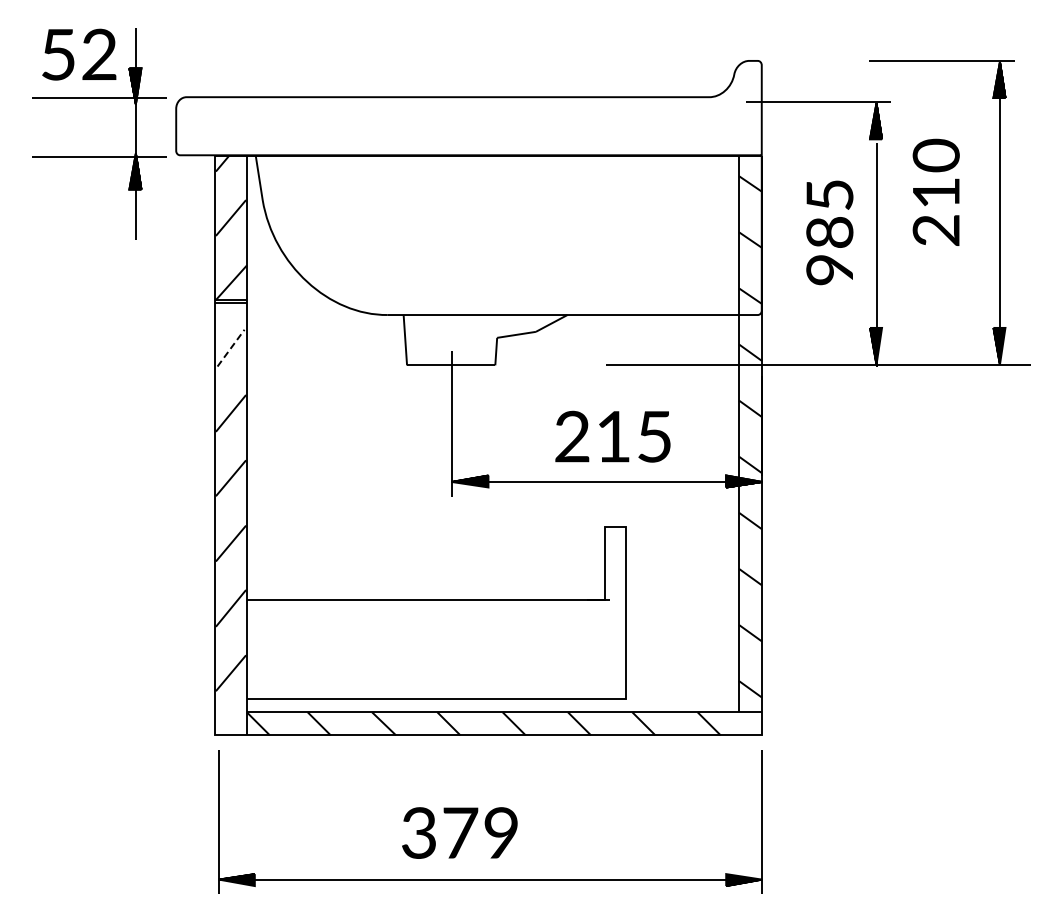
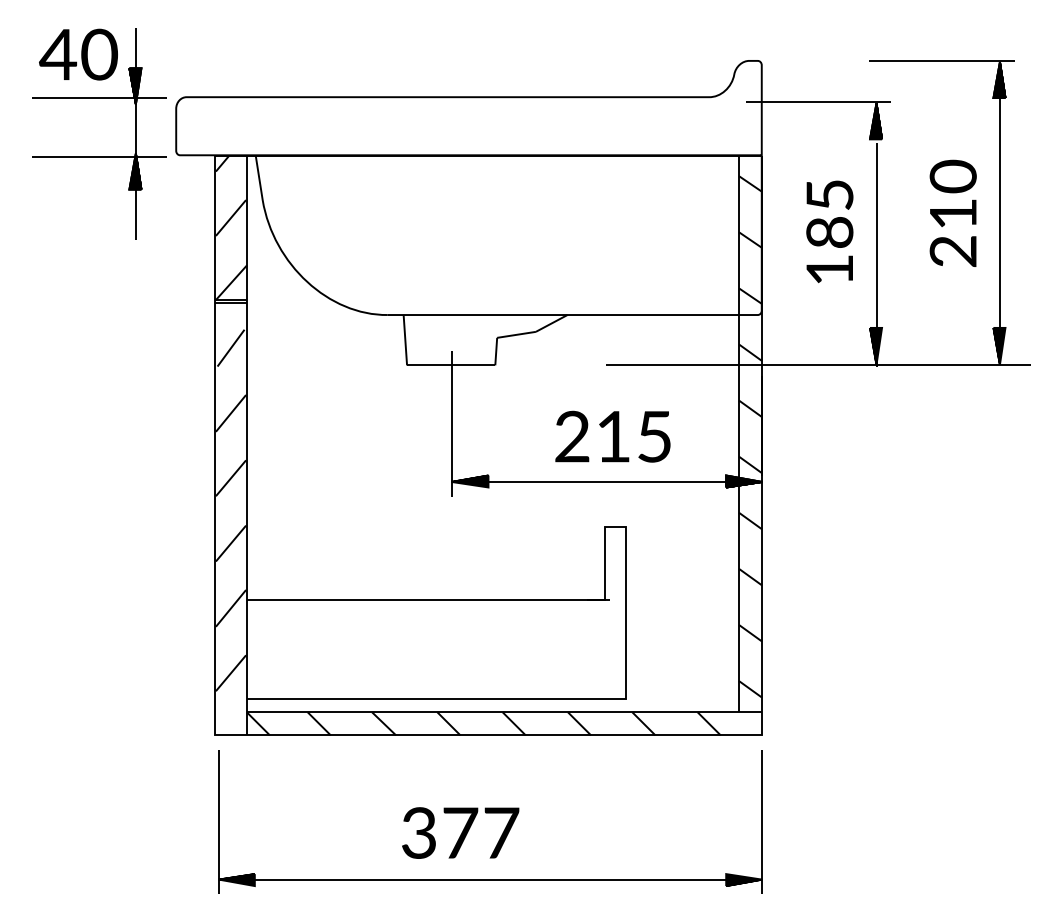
text at (78, 54): 52 -> 40
text at (935, 191) position: (935, 191) -> (952, 212)
text at (829, 270): 985 -> 185
line at (231, 348): dashed -> solid
text at (501, 832): 379 -> 377
